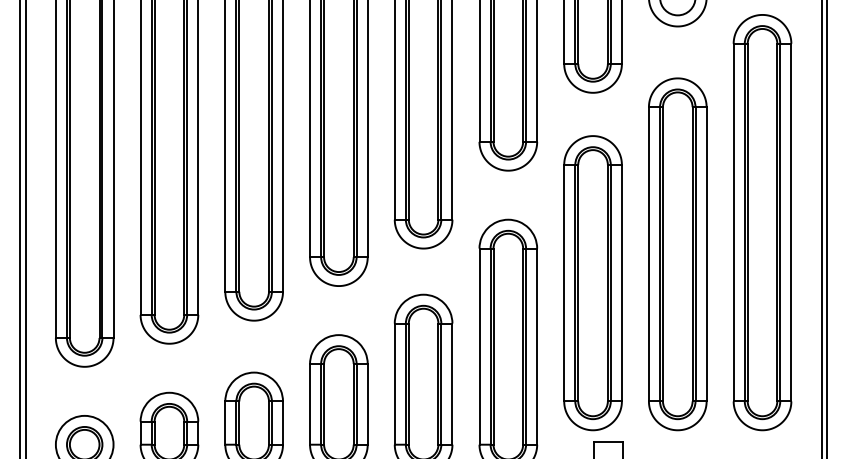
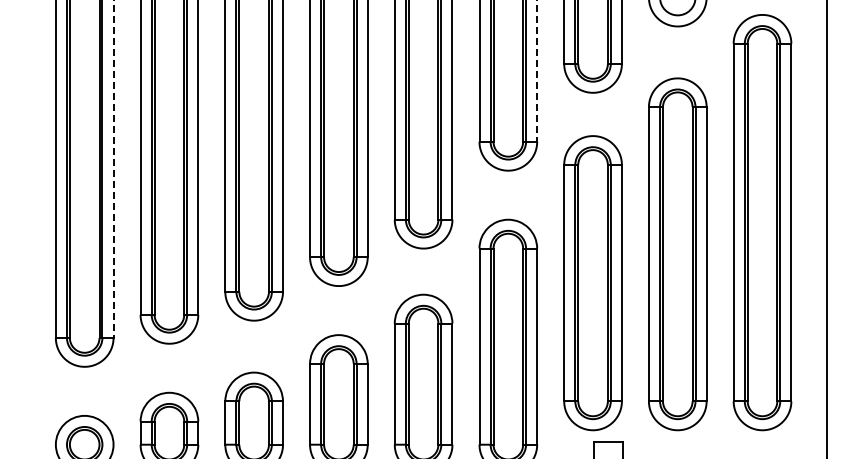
line at (537, 70): solid -> dashed
line at (113, 169): solid -> dashed
line at (19, 228): present -> none
line at (25, 228): present -> none
line at (821, 228): present -> none
